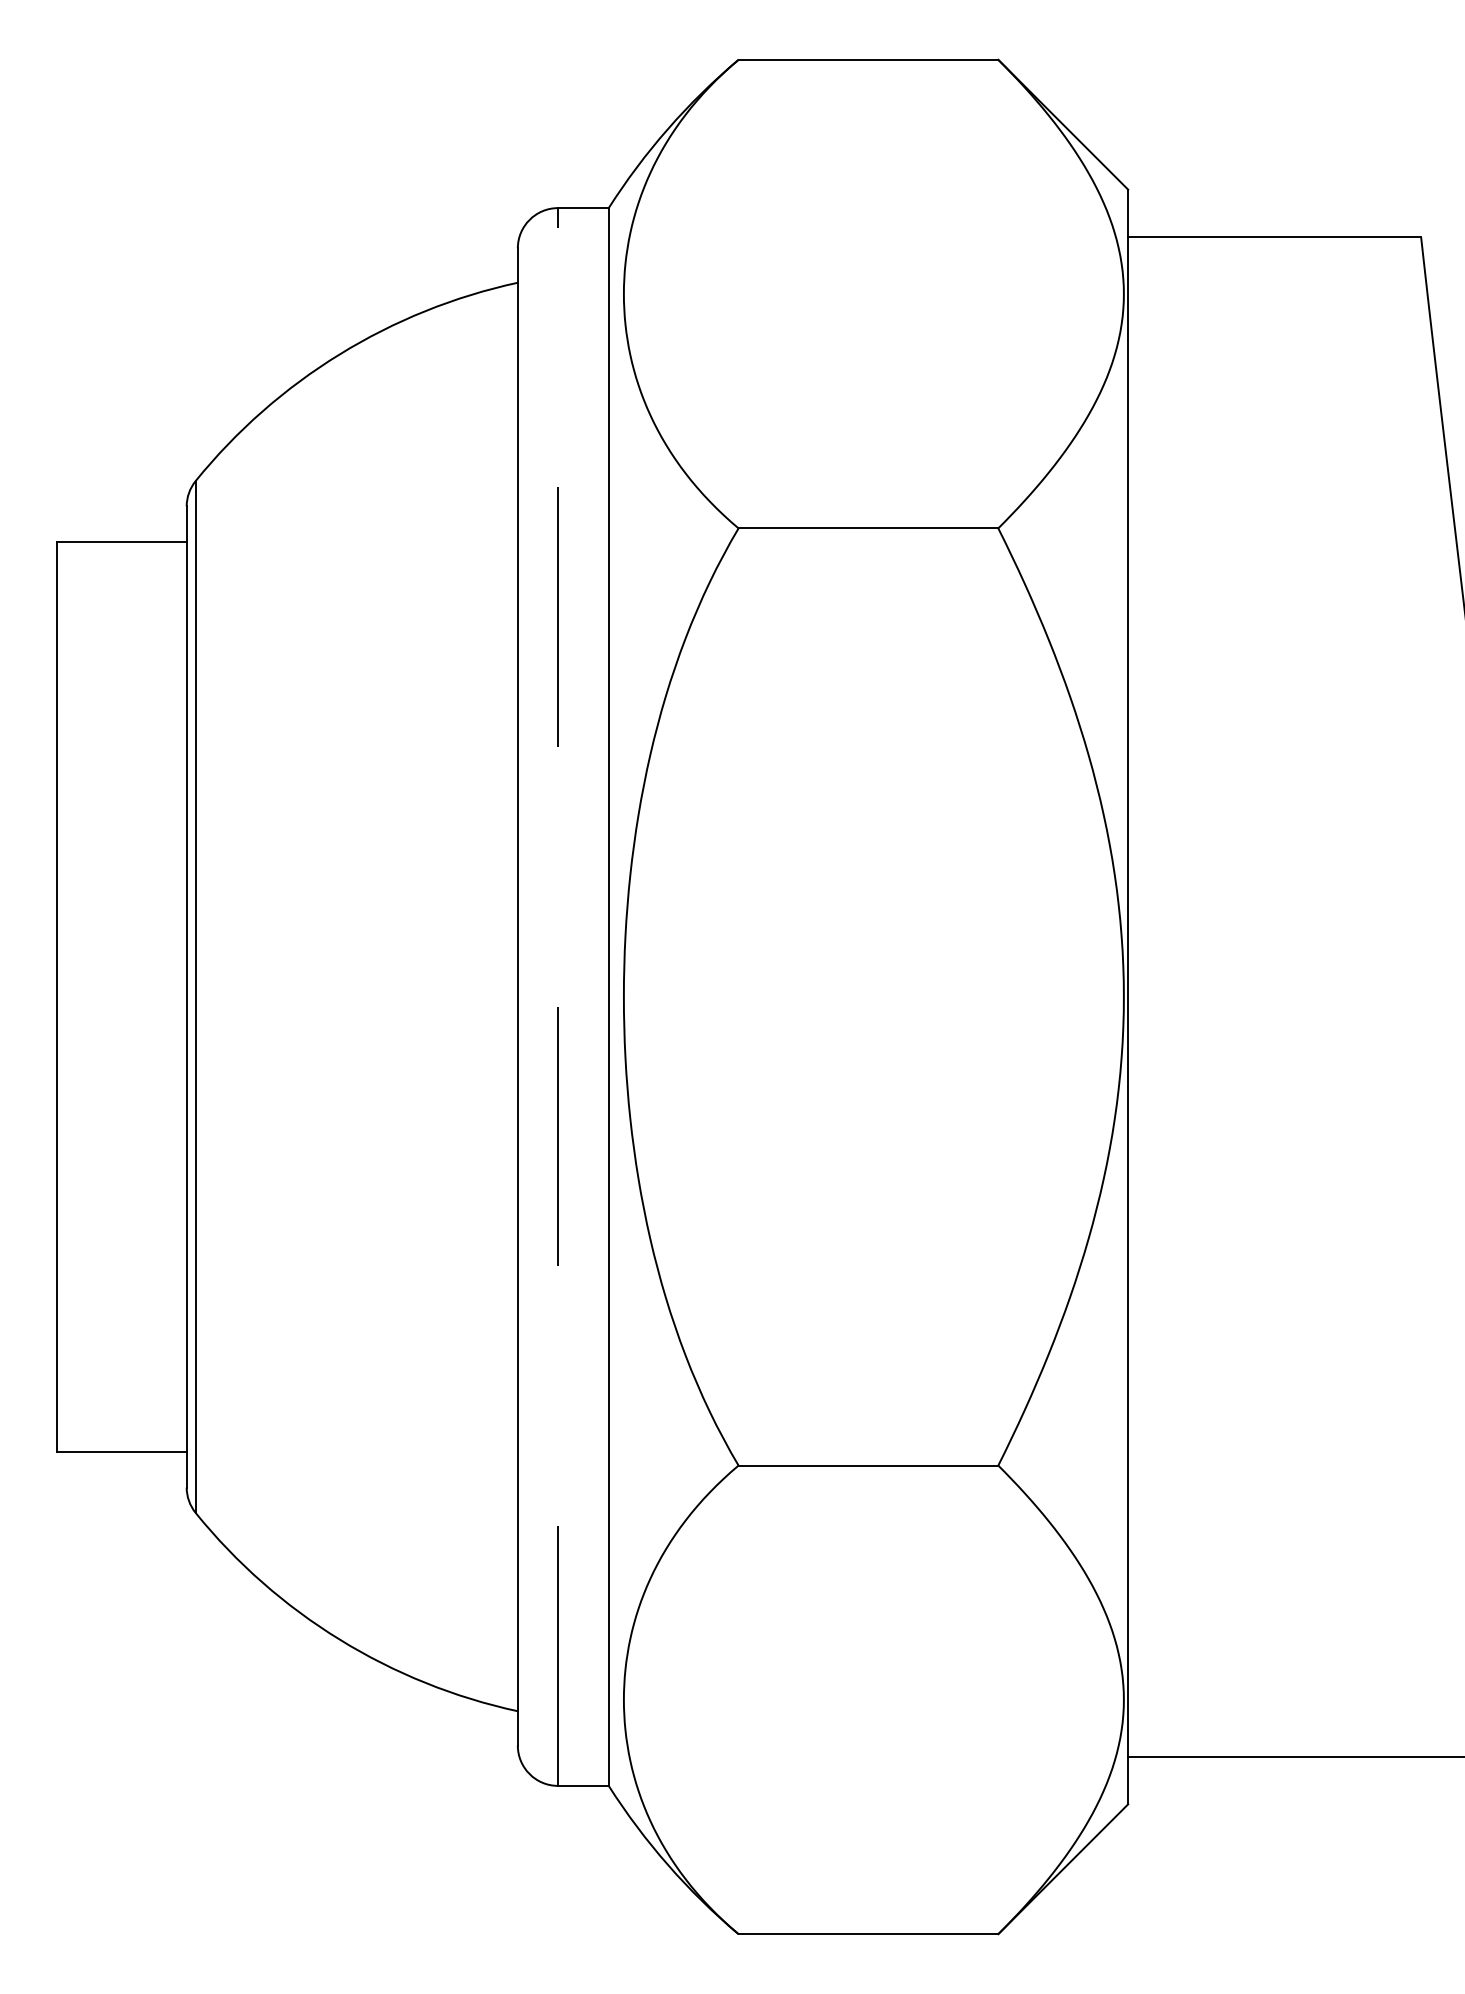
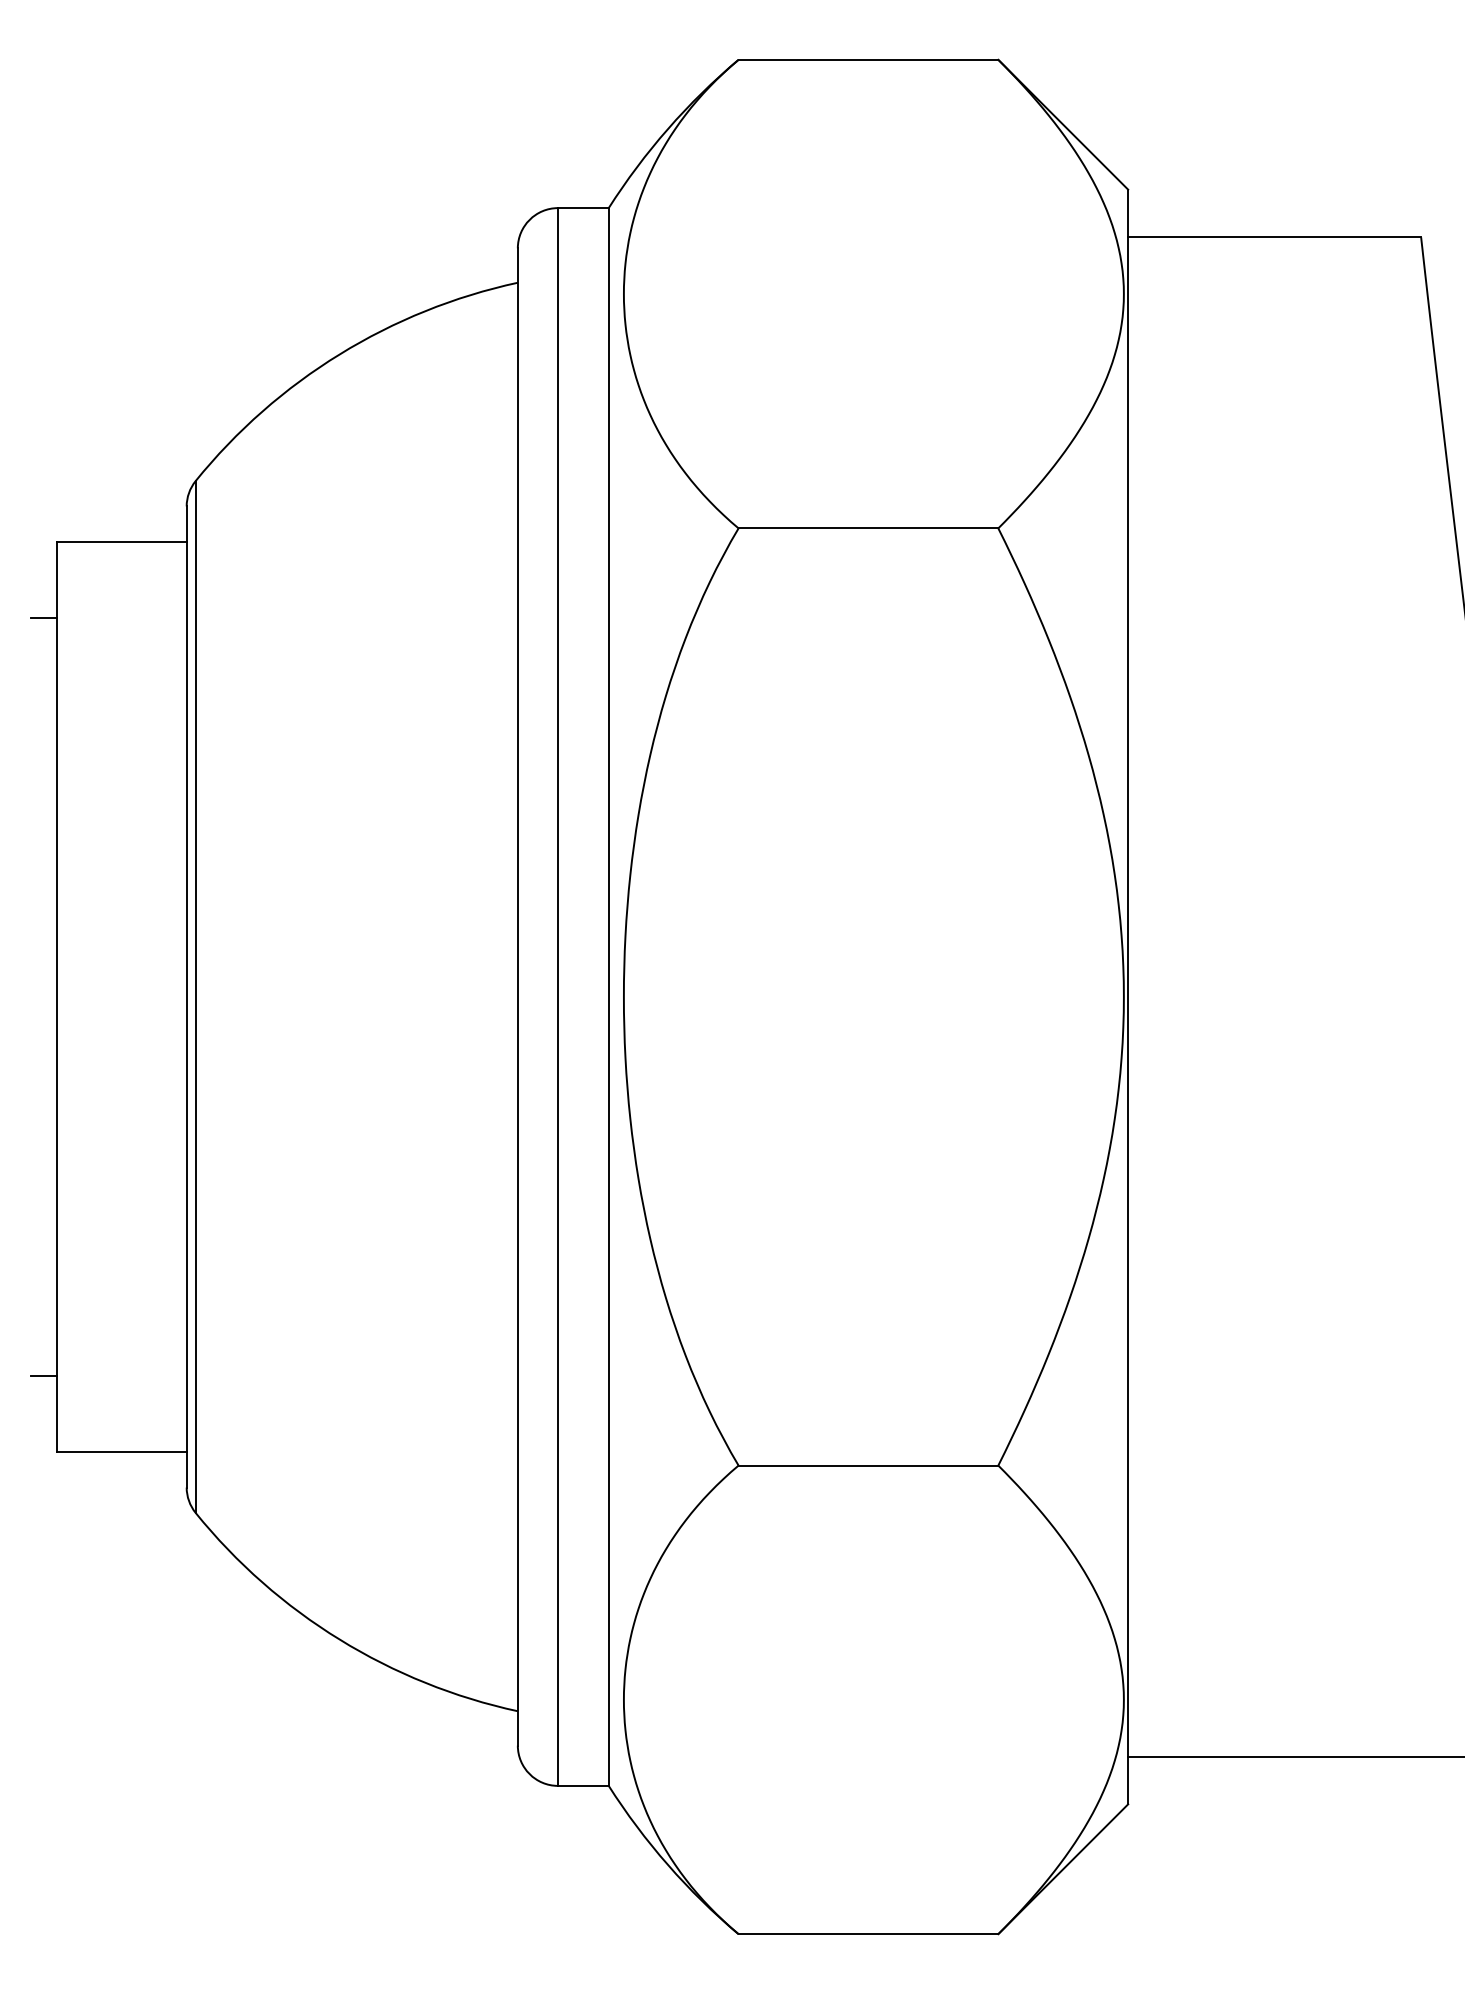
line at (43, 617): none -> present
line at (558, 997): dashed -> solid
line at (43, 1376): none -> present
